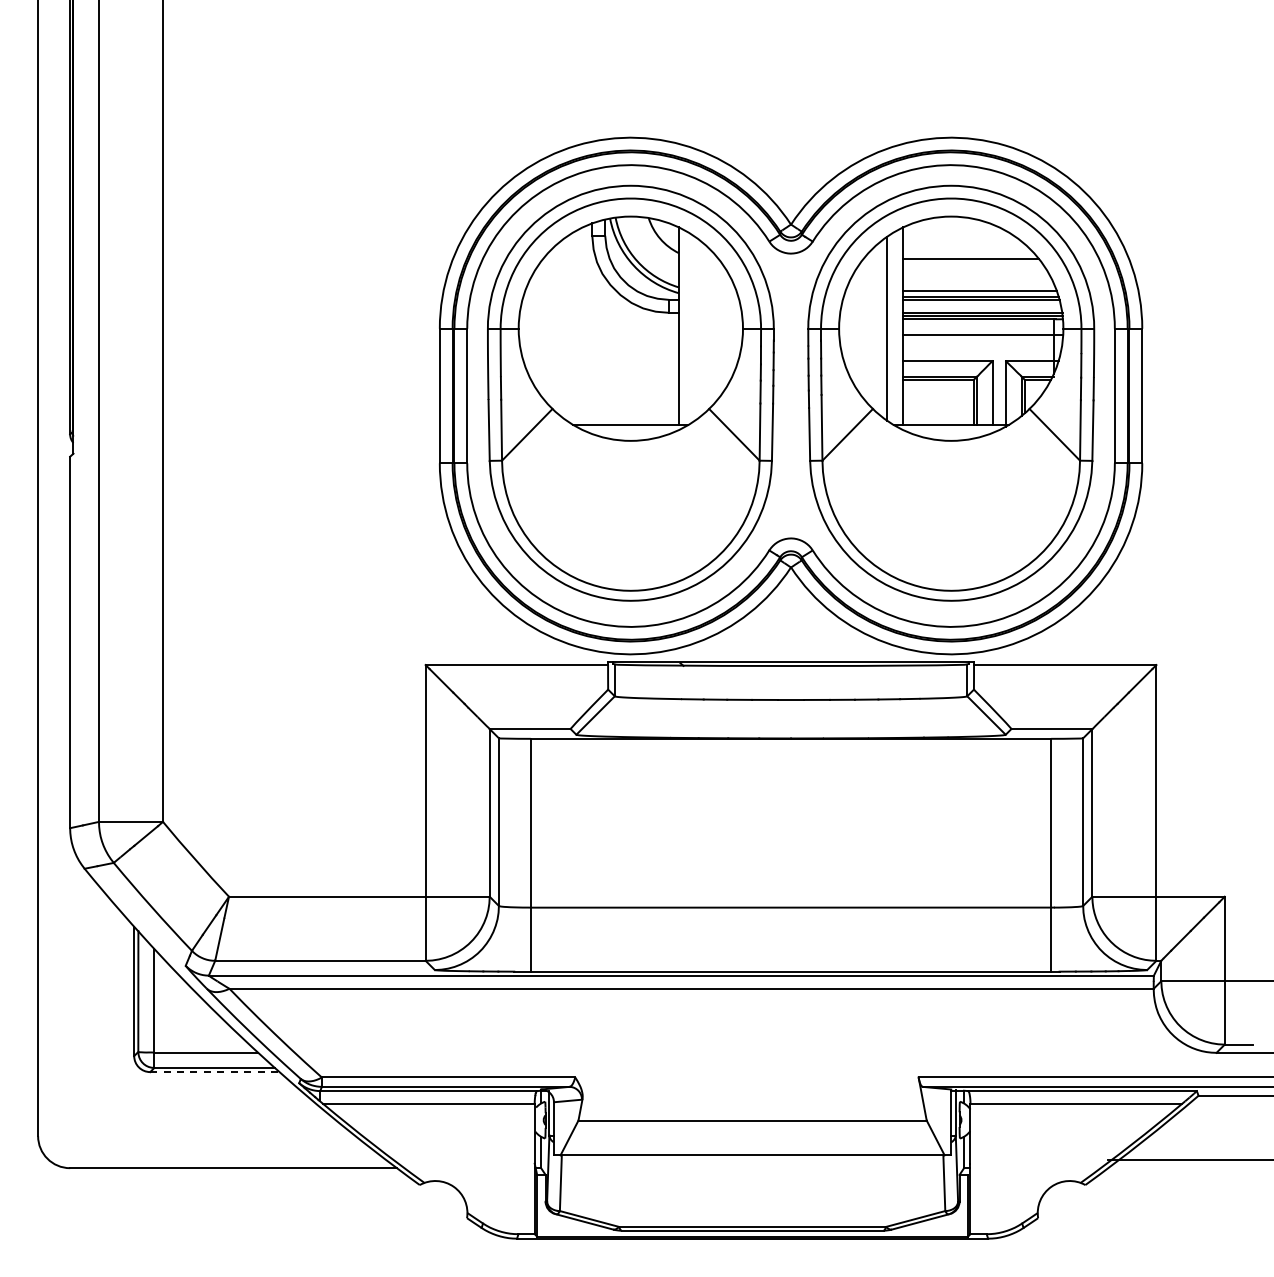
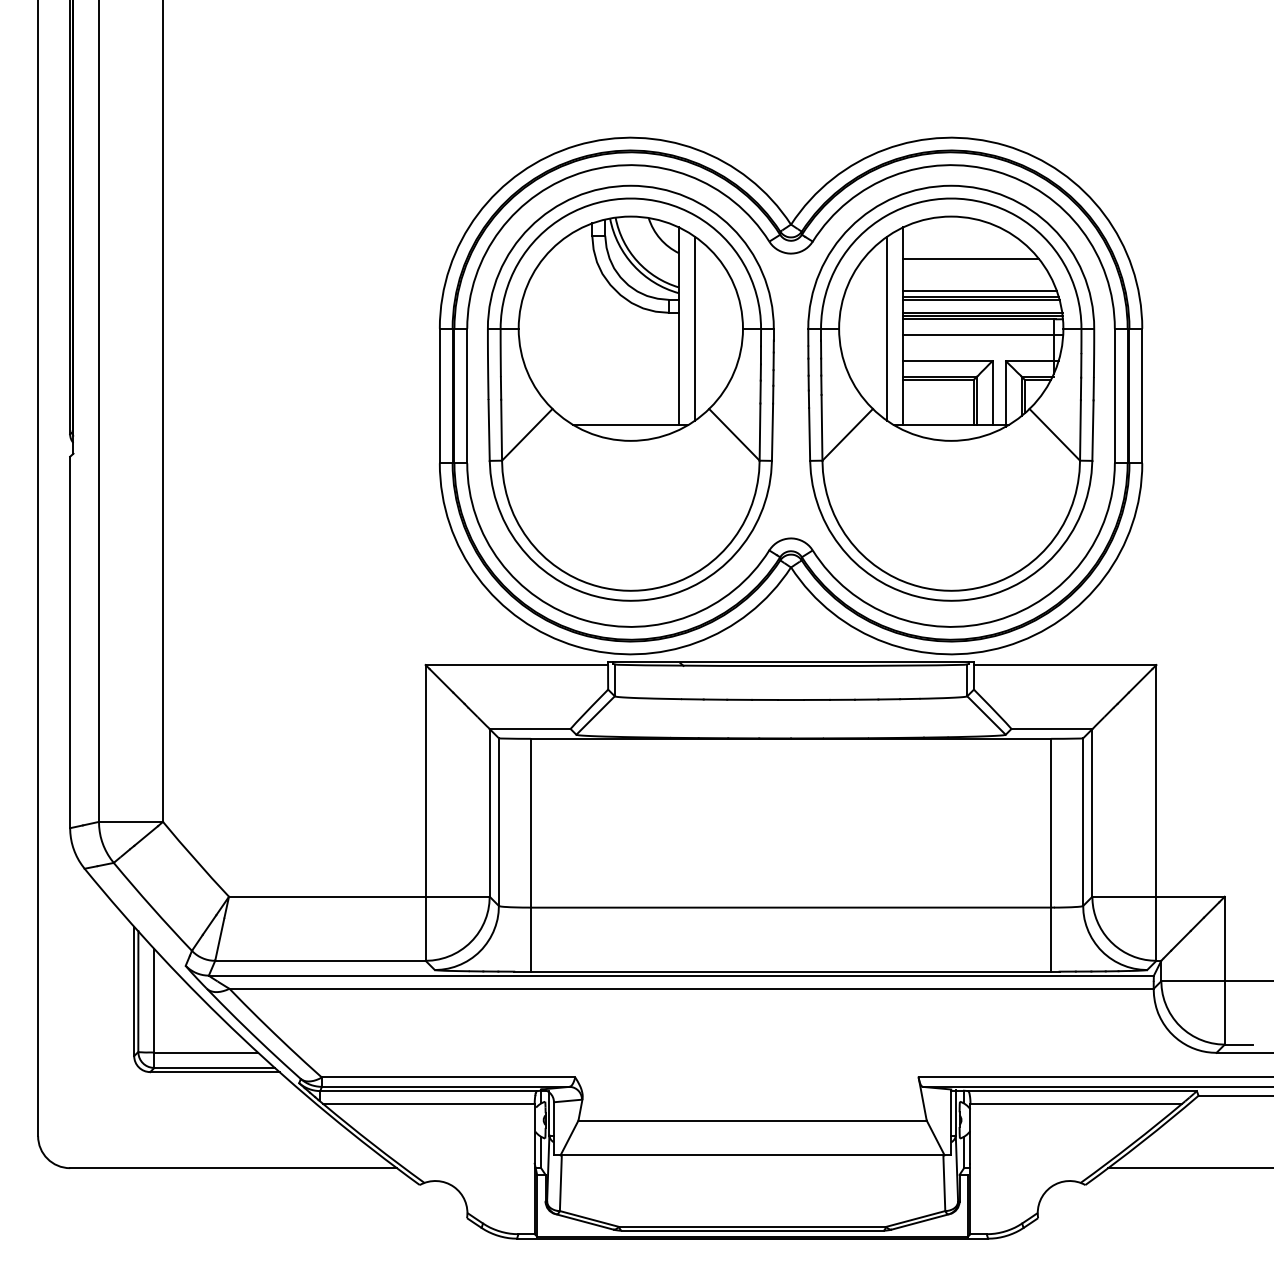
line at (694, 328): none -> present
line at (215, 1072): dashed -> solid
line at (1189, 1160) position: (1189, 1160) -> (1189, 1168)
